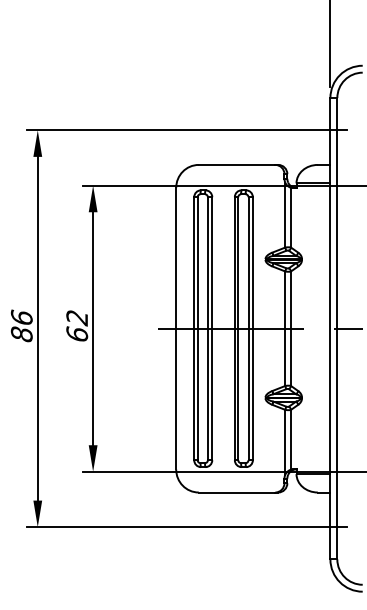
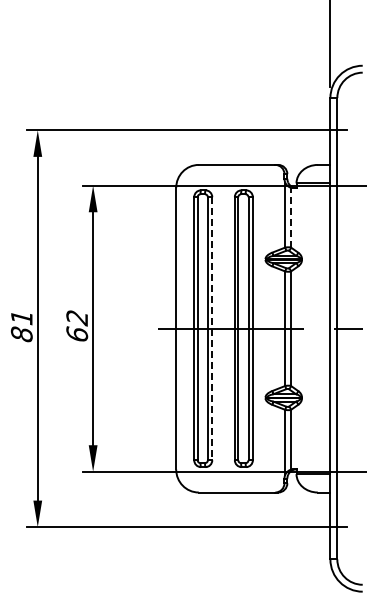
line at (291, 217): solid -> dashed
text at (21, 317): 86 -> 81
line at (212, 329): solid -> dashed
